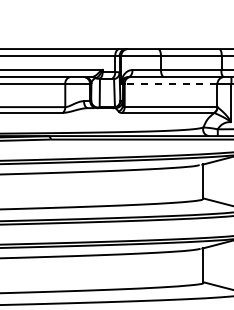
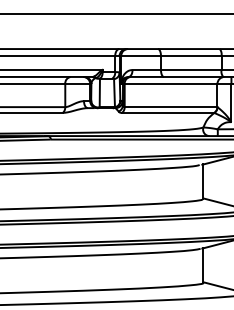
line at (116, 13): none -> present
line at (170, 83): dashed -> solid
